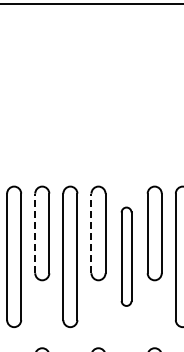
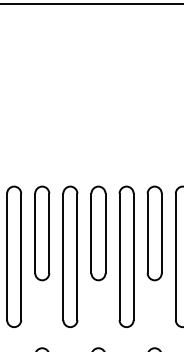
line at (35, 233): dashed -> solid
line at (91, 233): dashed -> solid
part at (126, 256) size: 13x101 px -> 17x143 px
